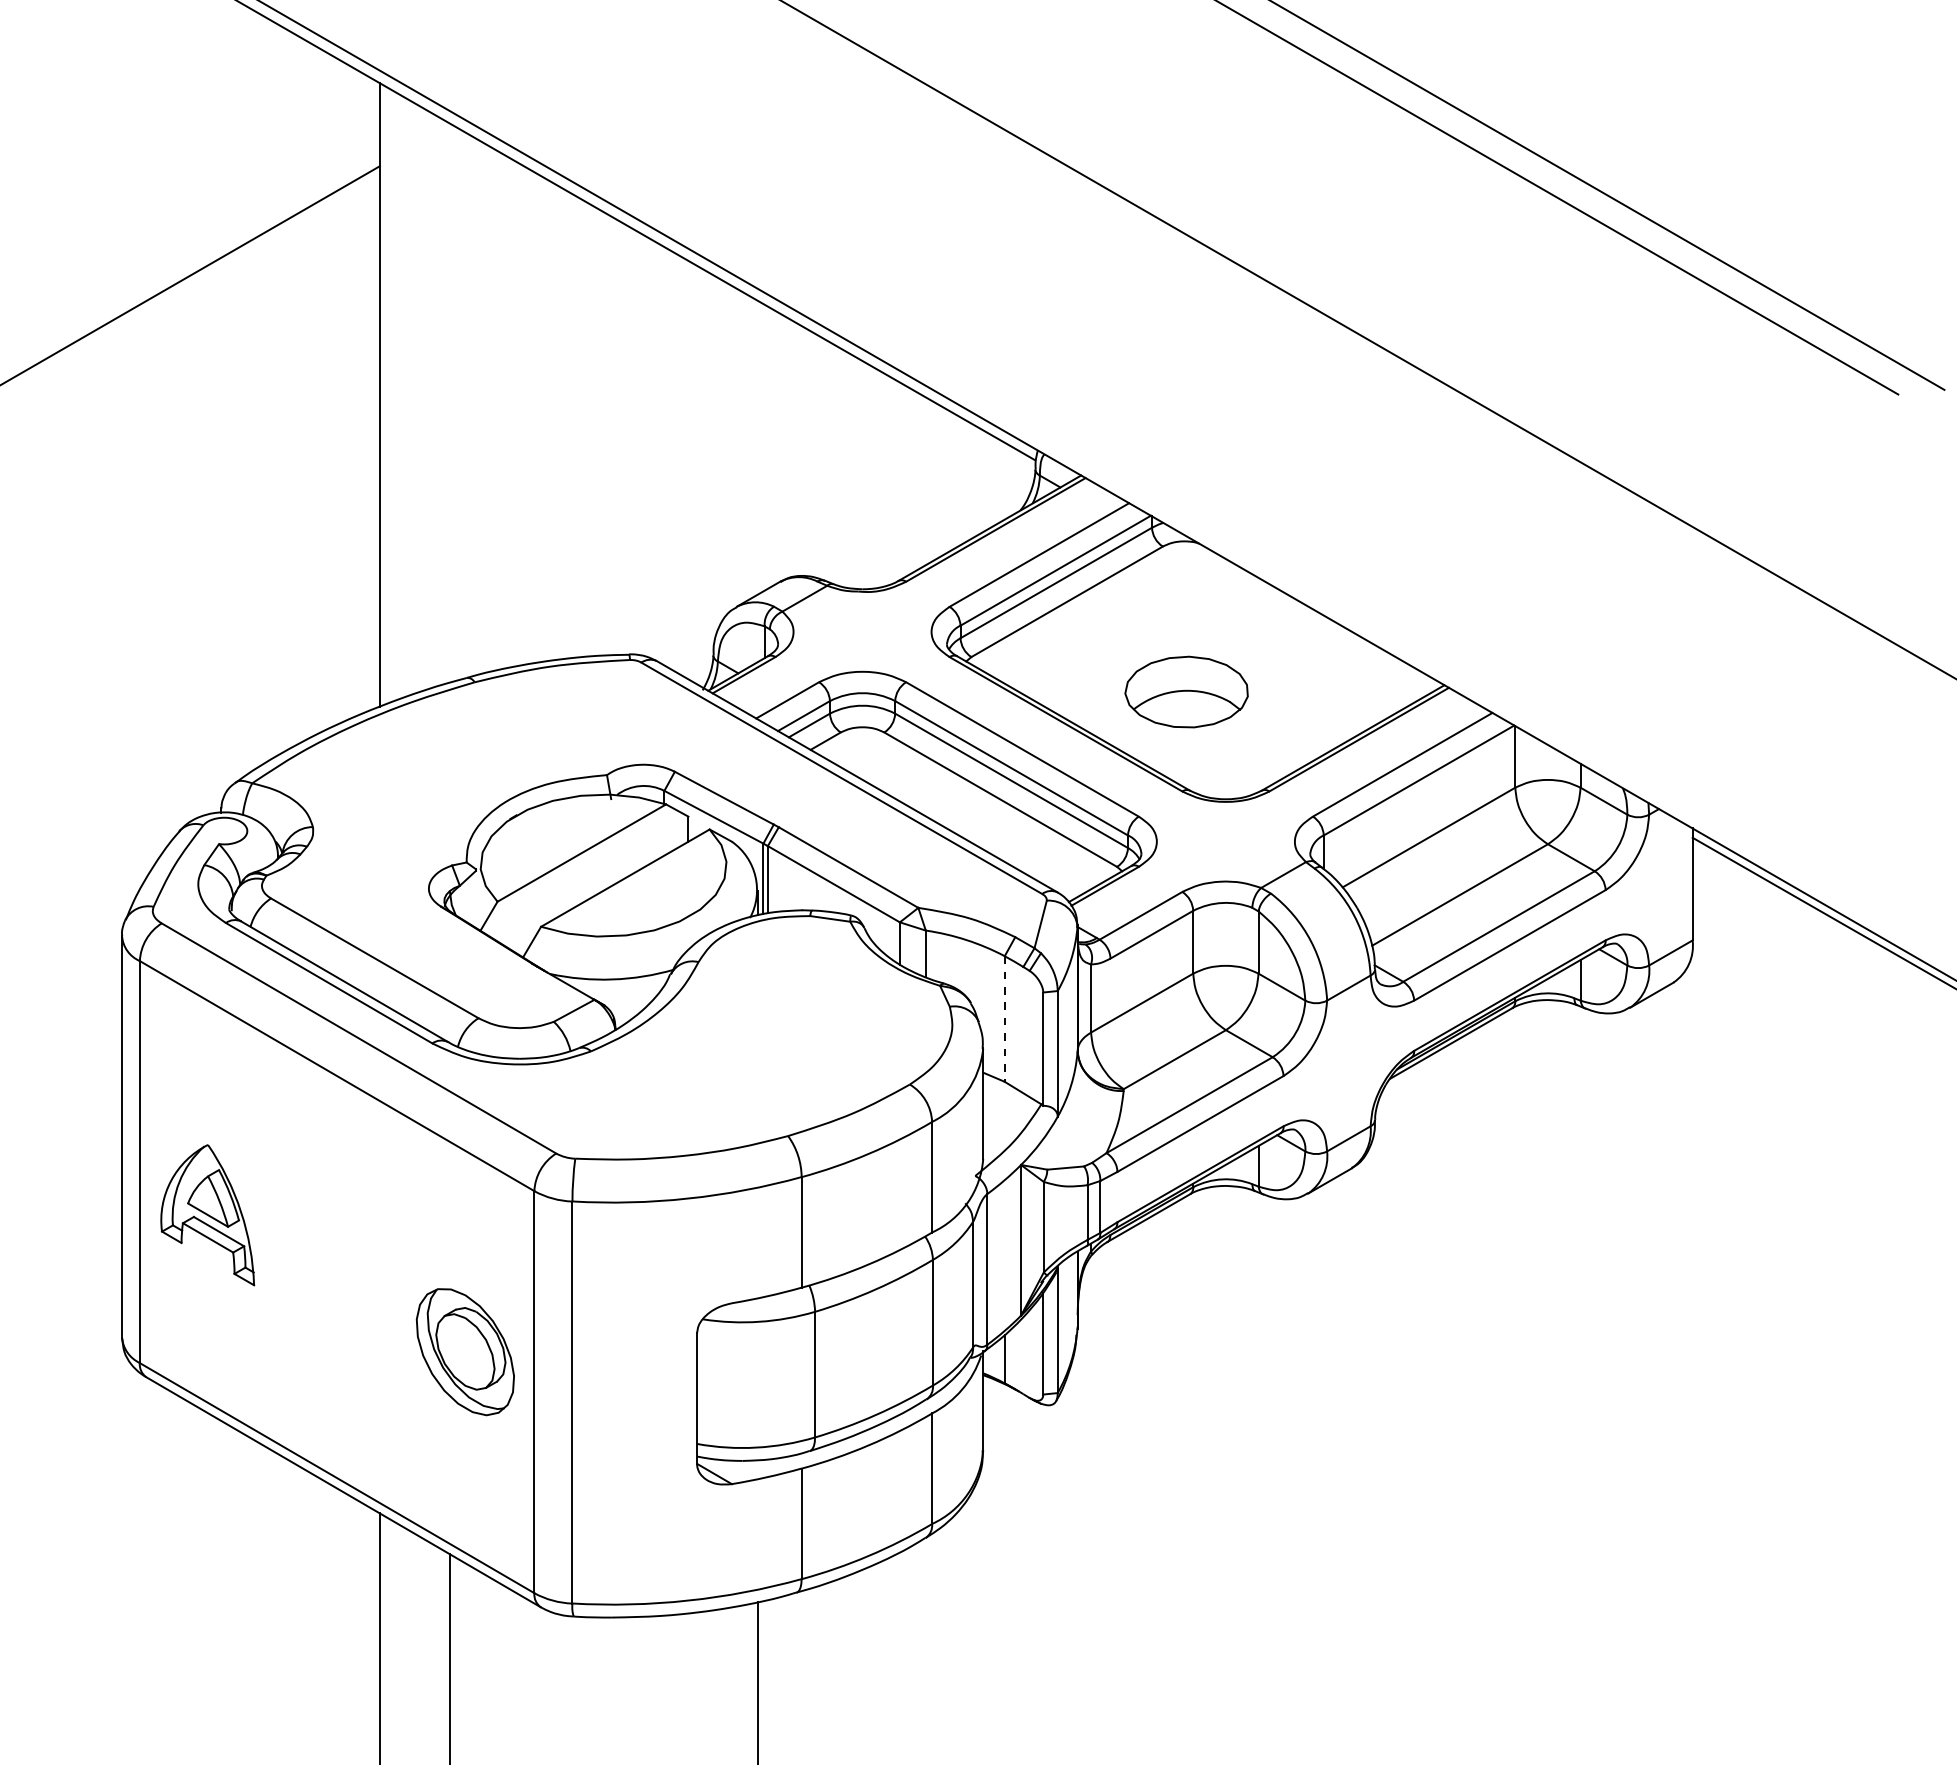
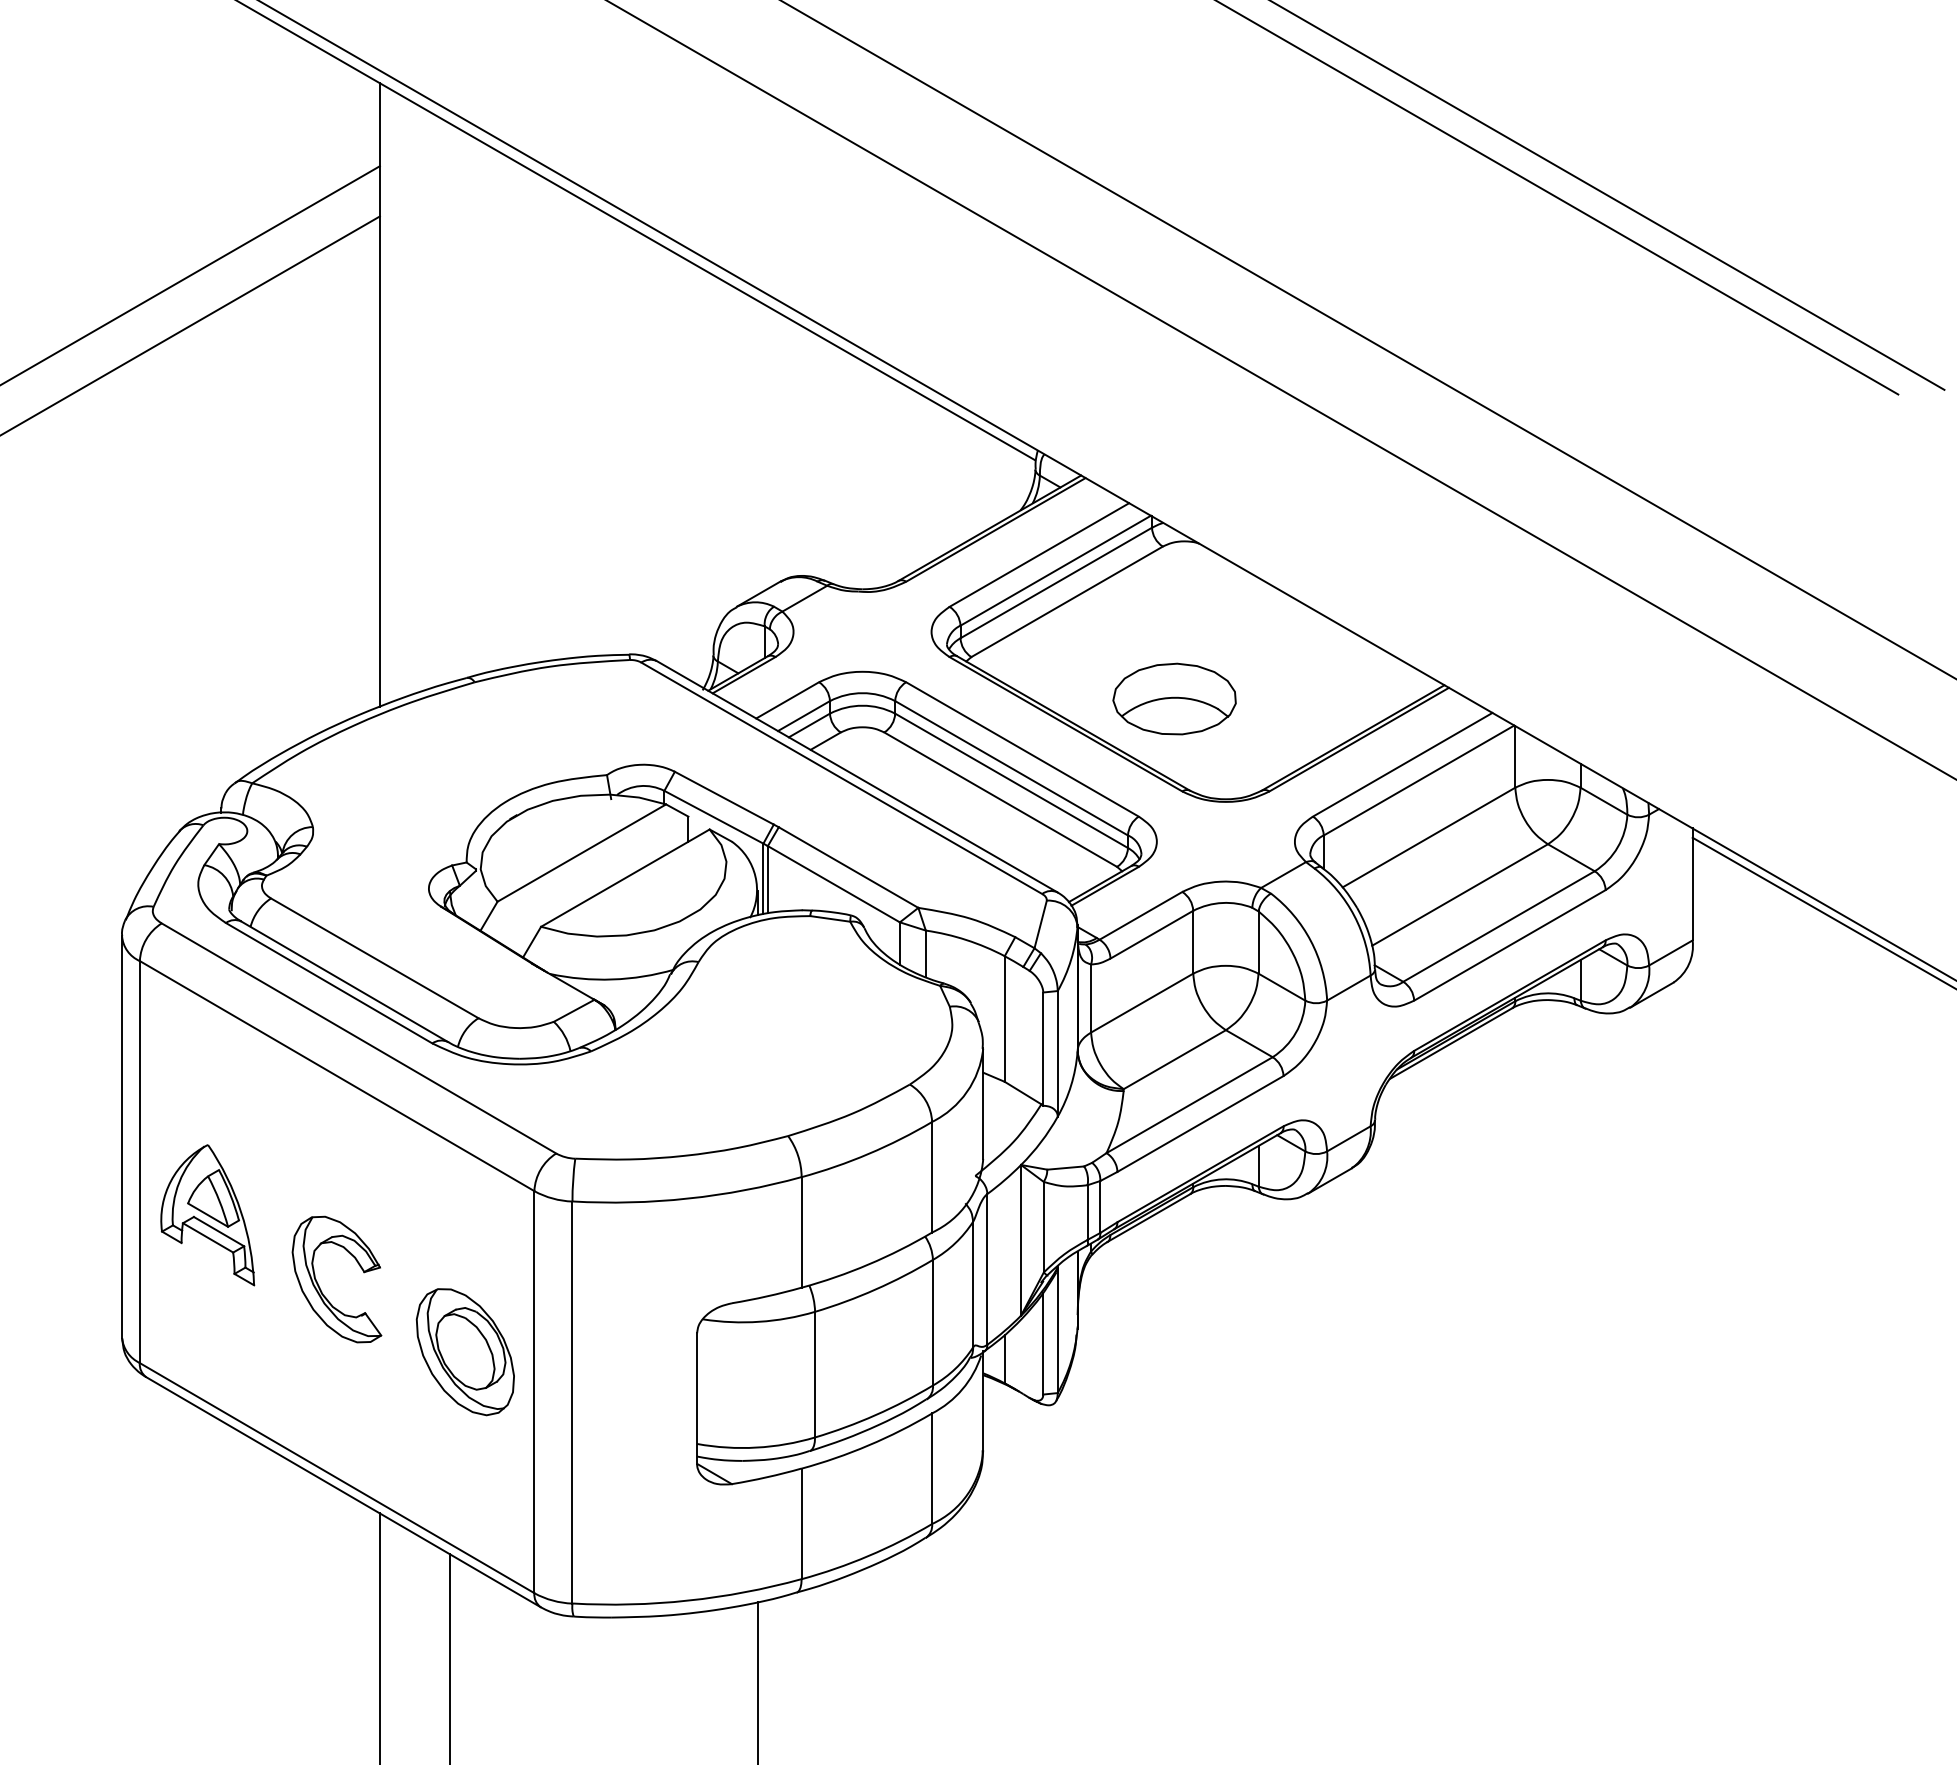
line at (190, 325): none -> present
line at (1281, 390): none -> present
part at (1186, 691) position: (1186, 691) -> (1174, 698)
line at (1004, 1019): dashed -> solid
part at (320, 1287): none -> present
